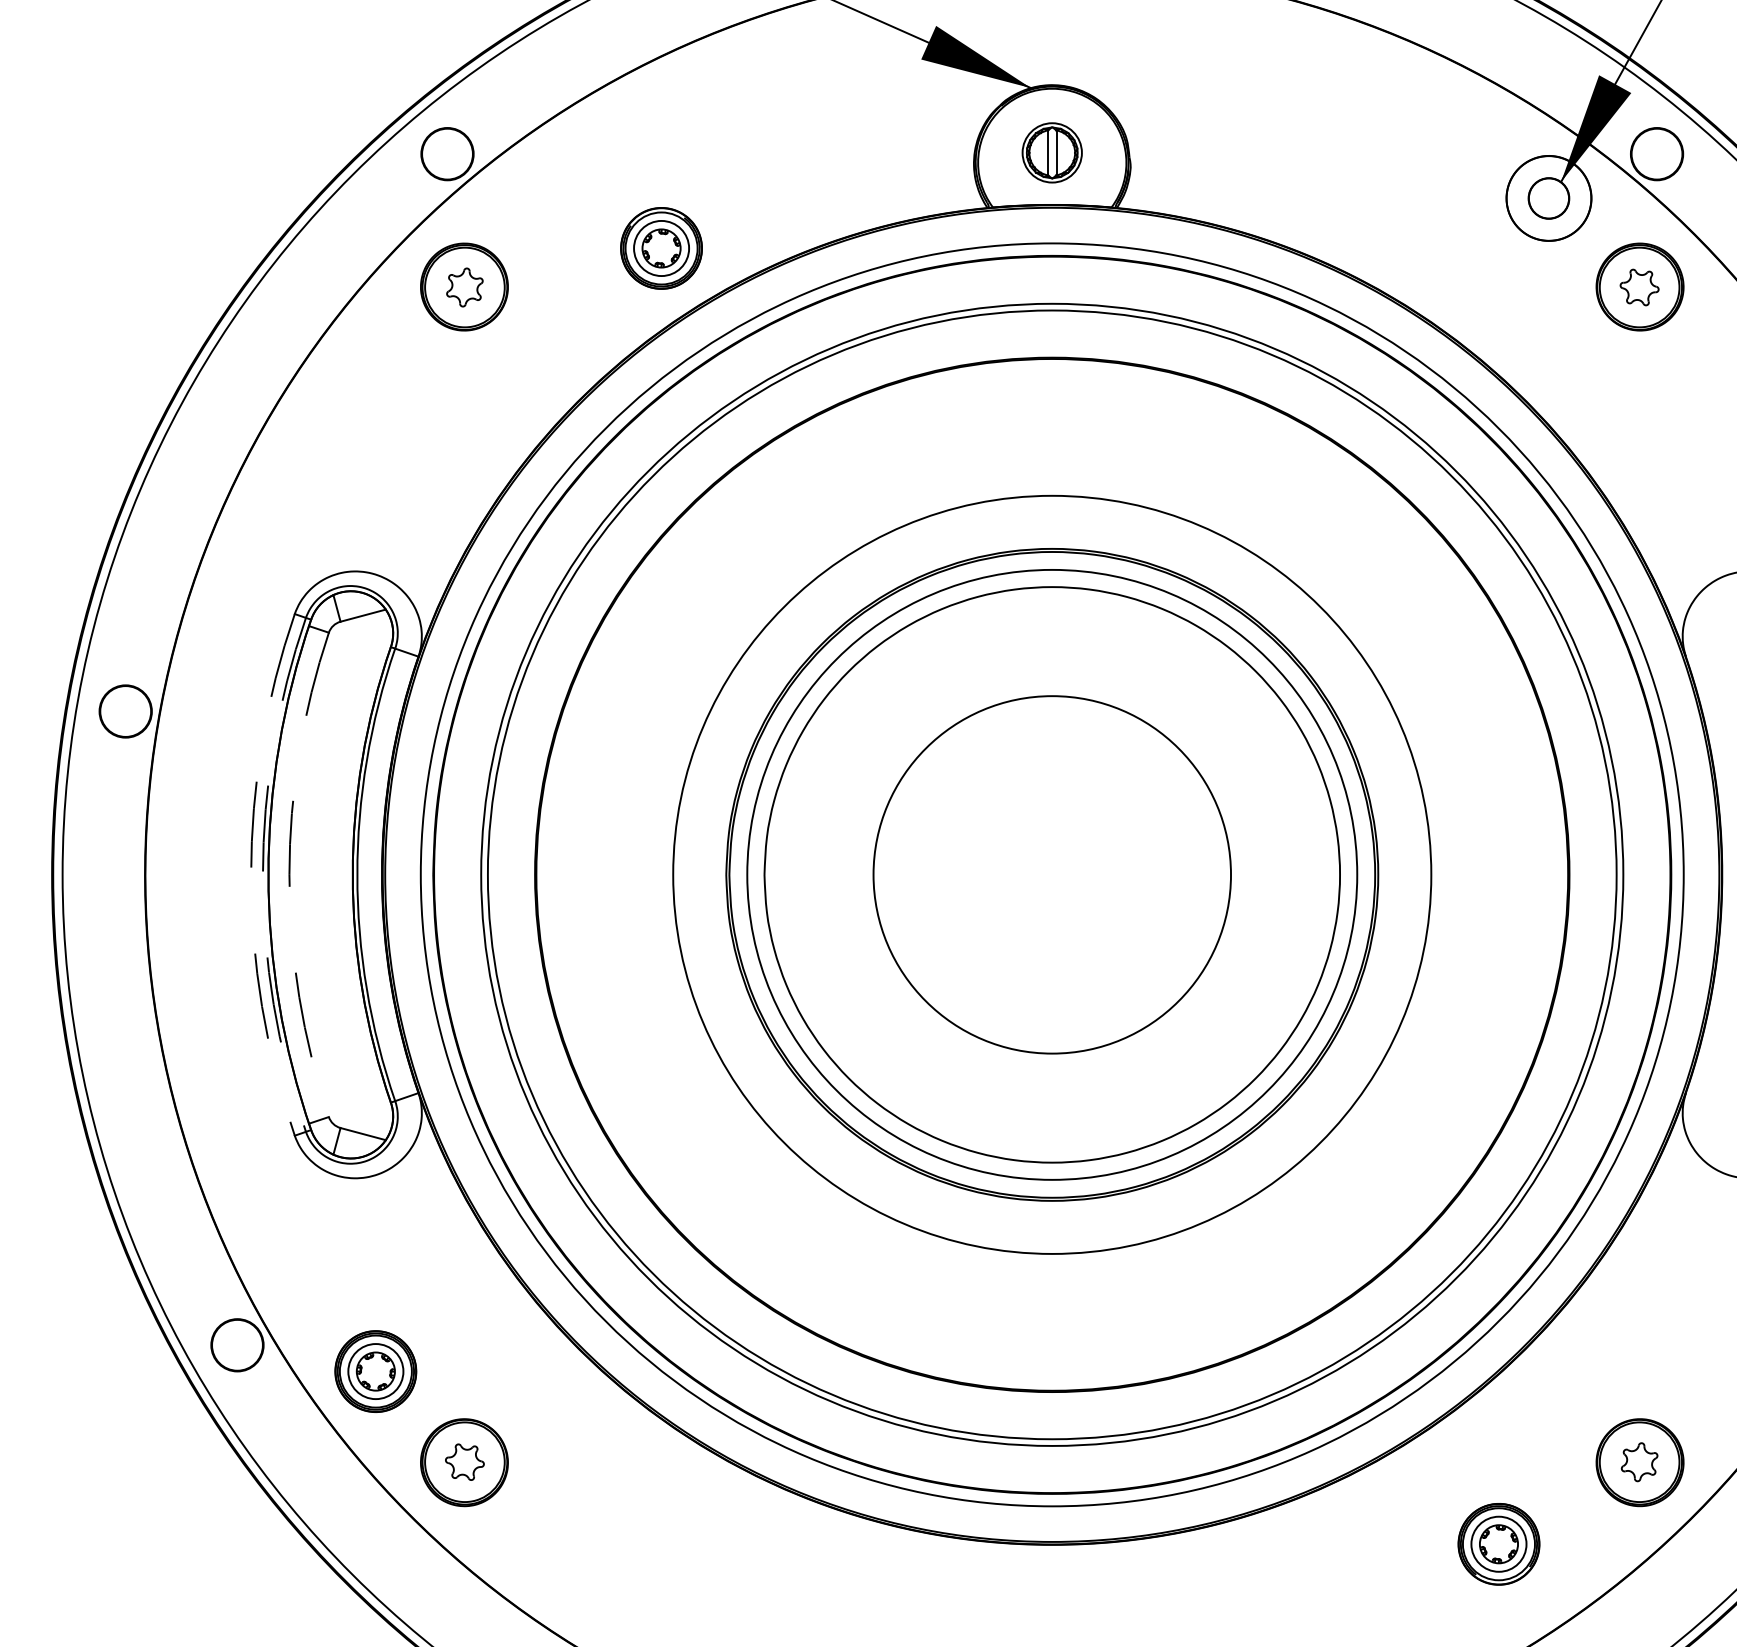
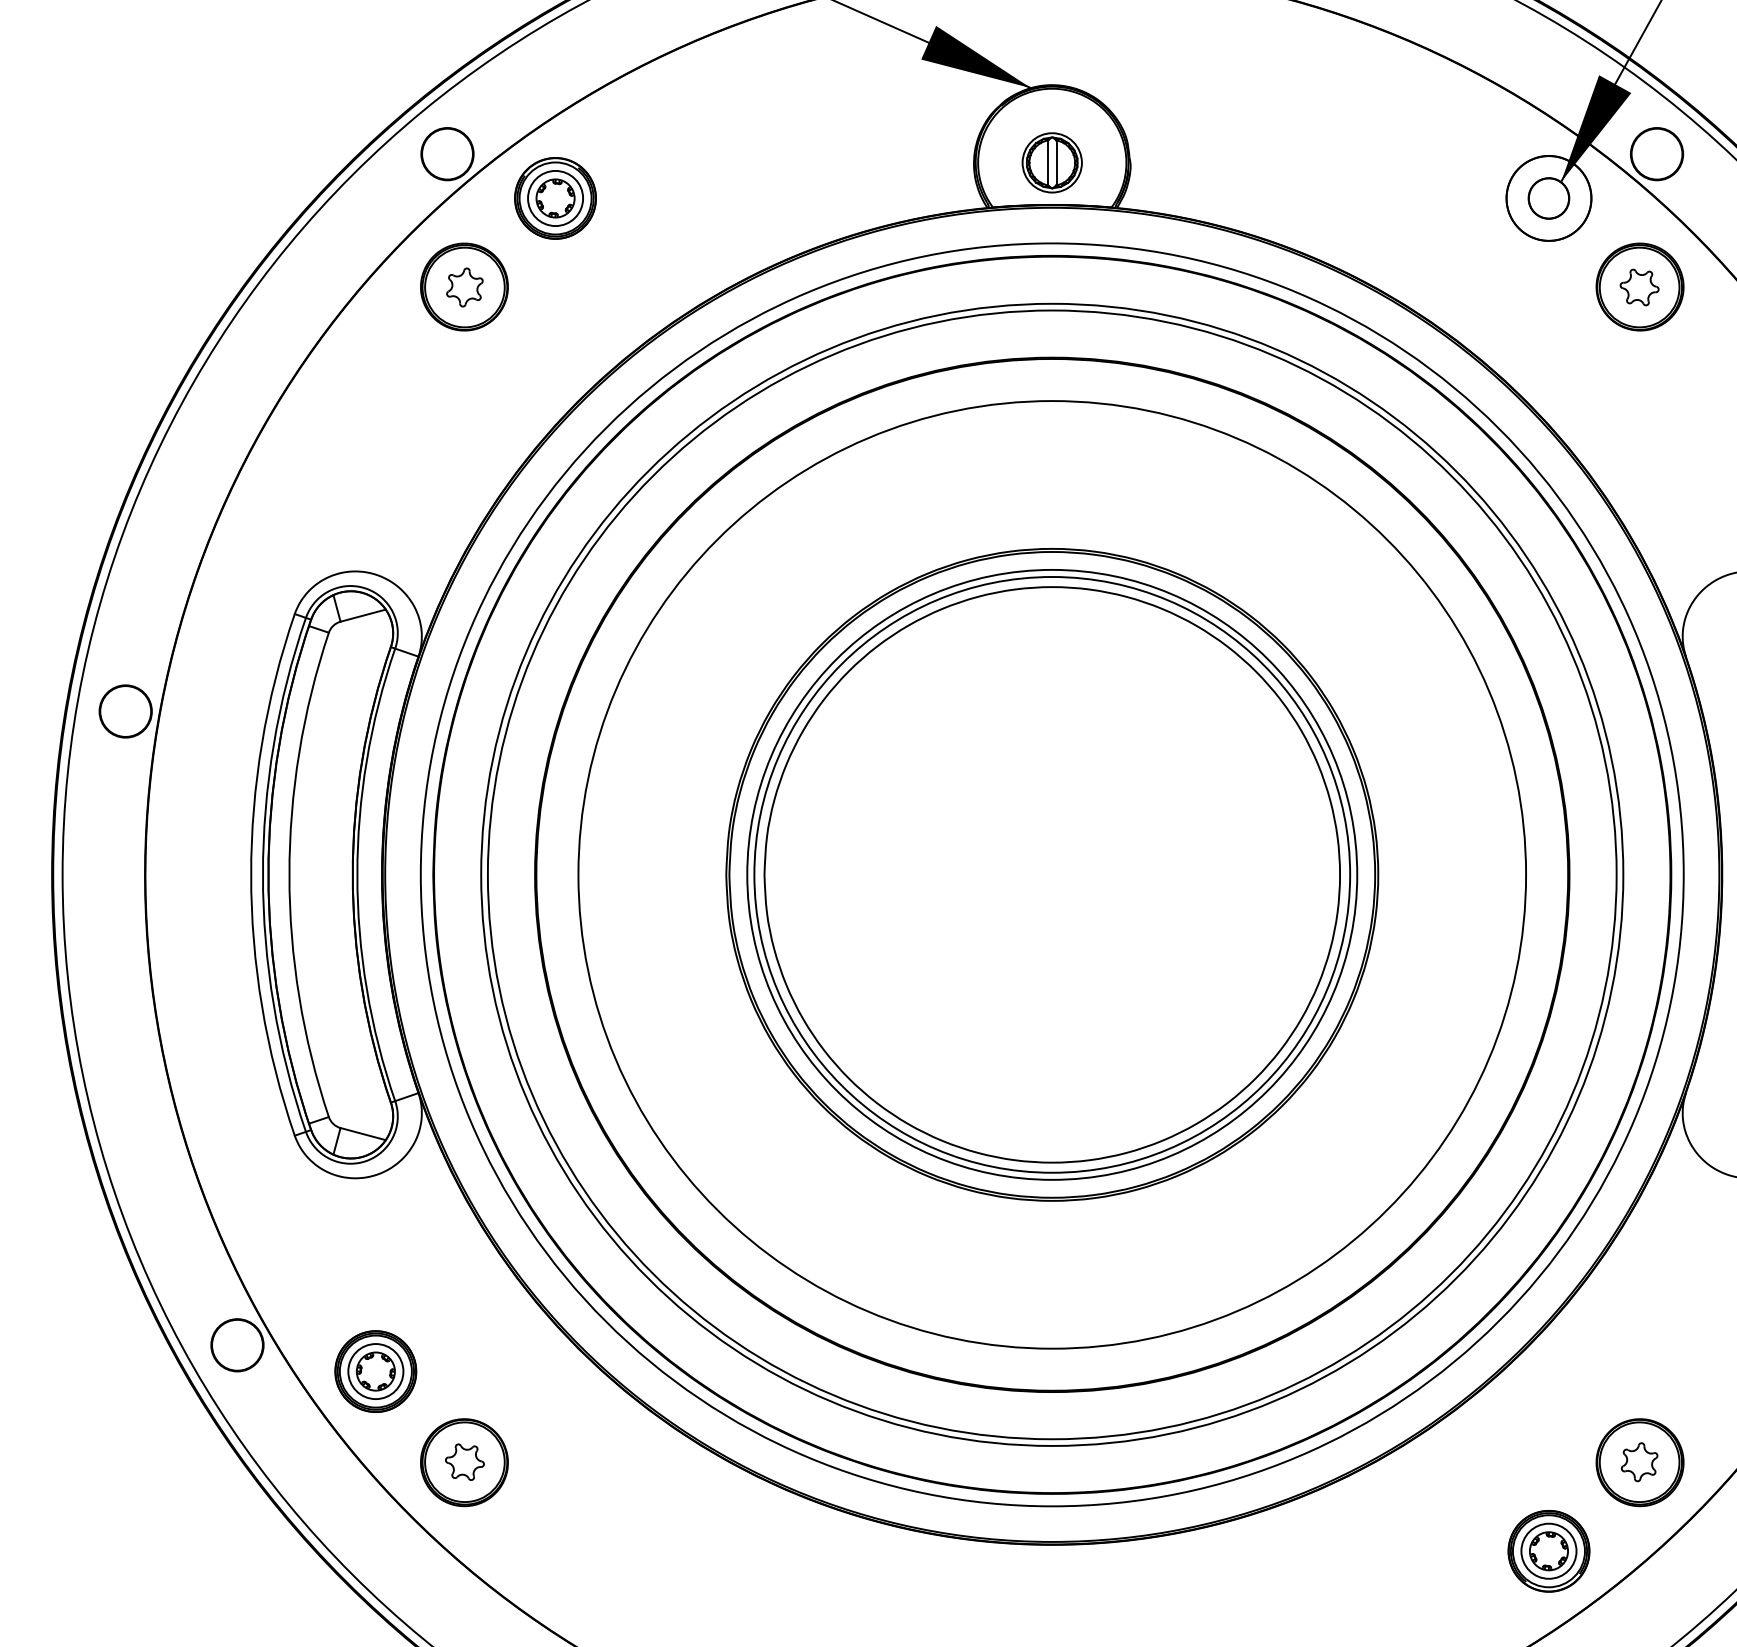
part at (1051, 152) position: (1051, 152) -> (1051, 162)
part at (661, 248) position: (661, 248) -> (555, 198)
arc at (251, 874): dashed -> solid
arc at (262, 874): dashed -> solid
arc at (289, 874): dashed -> solid
circle at (1052, 874) diameter: 357 px -> 596 px
circle at (1052, 874) diameter: 758 px -> 948 px
part at (1498, 1544) position: (1498, 1544) -> (1548, 1551)
